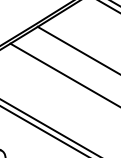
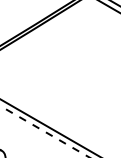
line at (77, 49): present -> none
line at (63, 74): present -> none
line at (45, 132): solid -> dashed
